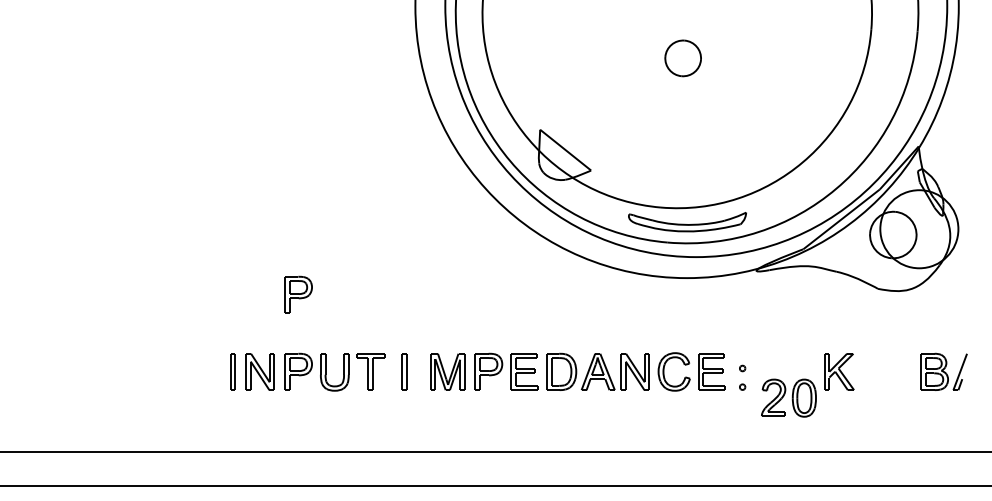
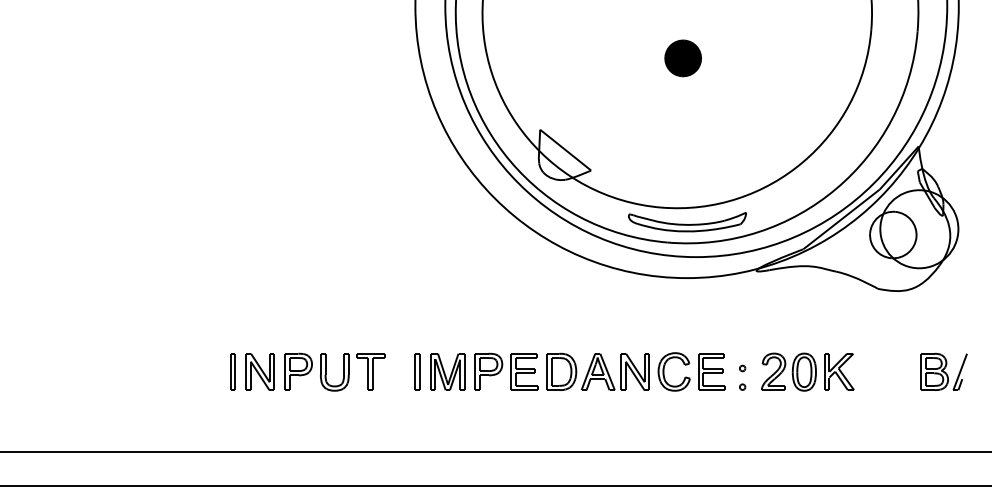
fill at (683, 58): none -> present
part at (298, 294): present -> none
part at (404, 371) position: (404, 371) -> (417, 371)
part at (788, 397) position: (788, 397) -> (788, 371)
